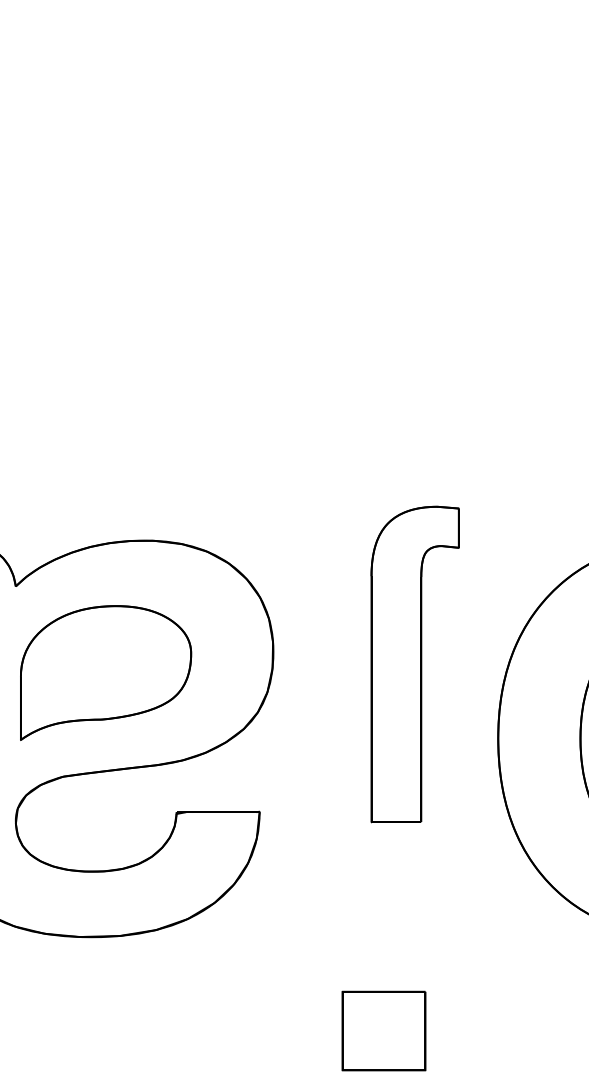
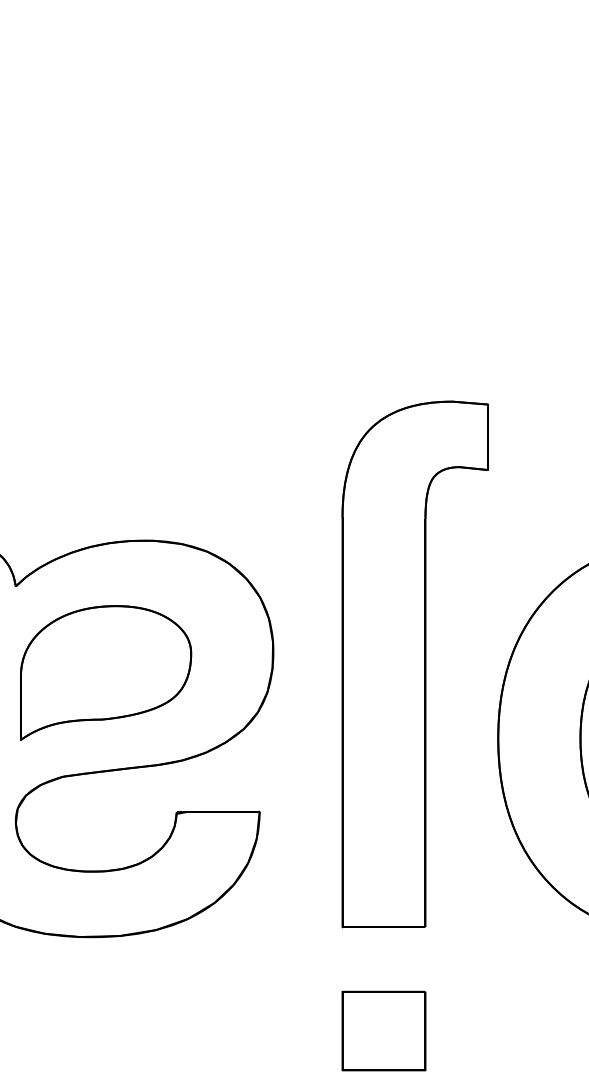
part at (414, 664) size: 90x319 px -> 148x529 px
